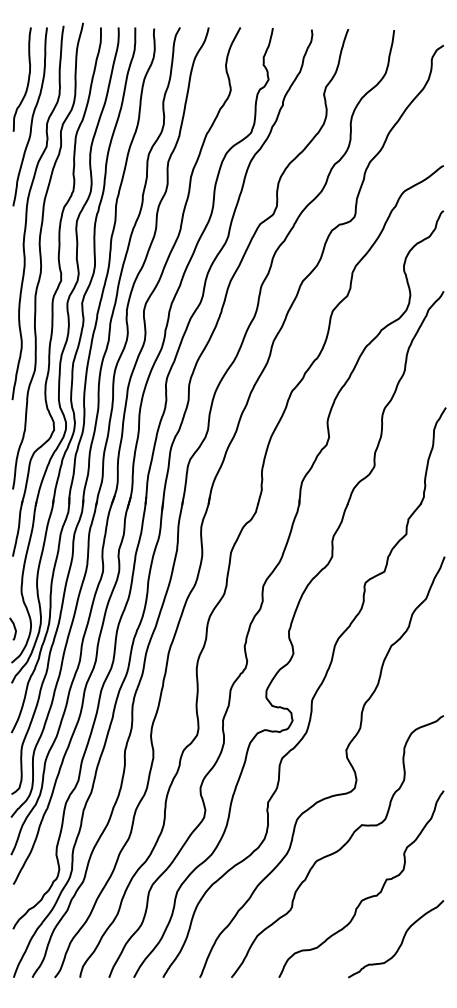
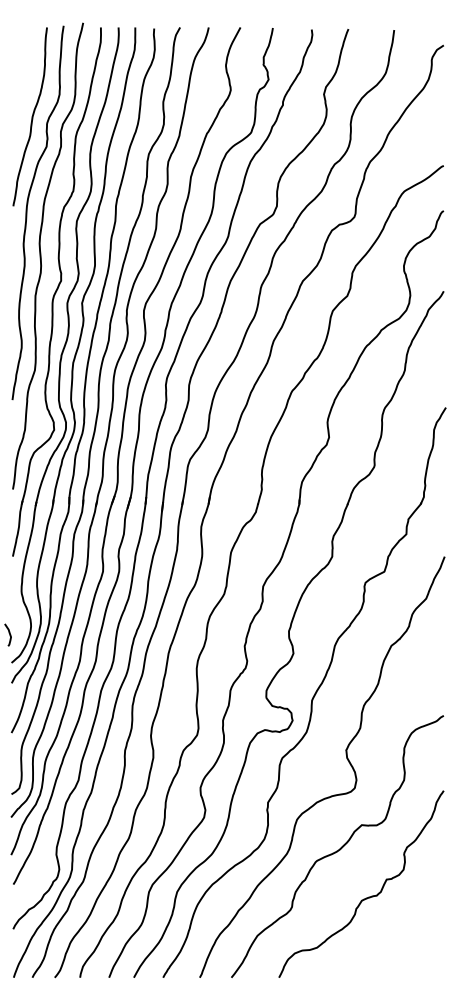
curve at (27, 80): present -> none
curve at (13, 627) position: (13, 627) -> (8, 633)
curve at (401, 940): present -> none
